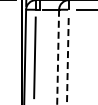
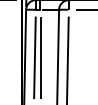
line at (41, 57): none -> present
line at (58, 57): dashed -> solid
line at (67, 60): dashed -> solid
